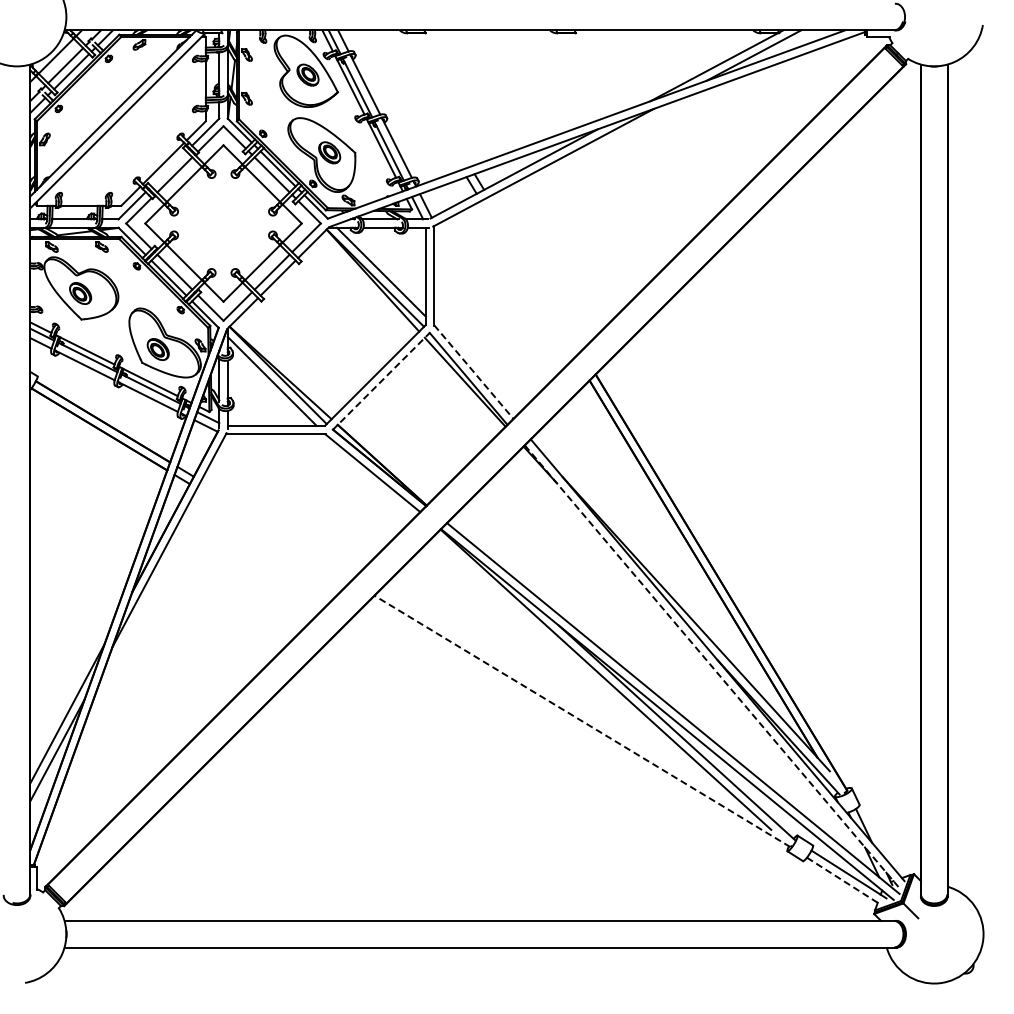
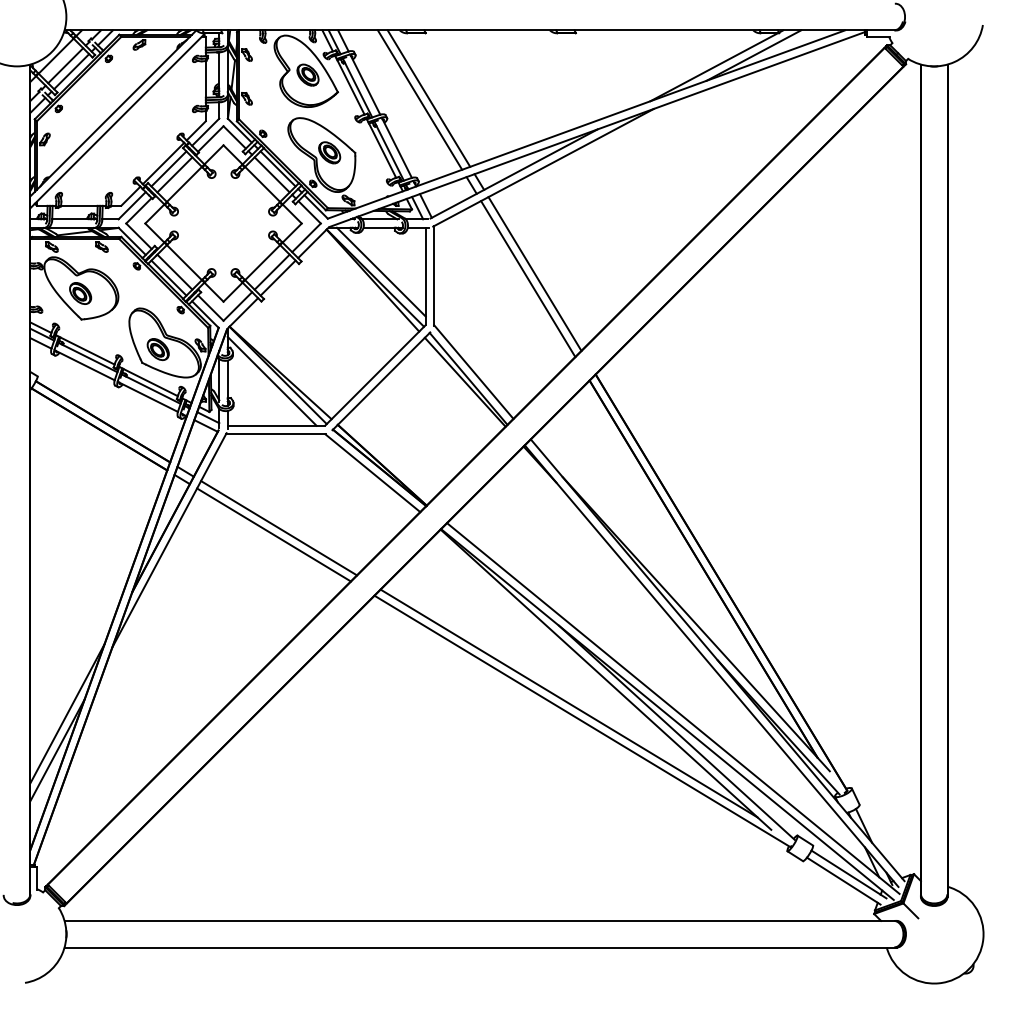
line at (428, 98): none -> present
line at (419, 99): none -> present
line at (168, 168): none -> present
line at (534, 273): none -> present
line at (528, 279): none -> present
line at (474, 372): dashed -> solid
line at (381, 380): dashed -> solid
line at (279, 528): none -> present
line at (273, 534): none -> present
line at (711, 666): dashed -> solid
line at (568, 703): none -> present
line at (582, 721): dashed -> solid
line at (843, 881): dashed -> solid
